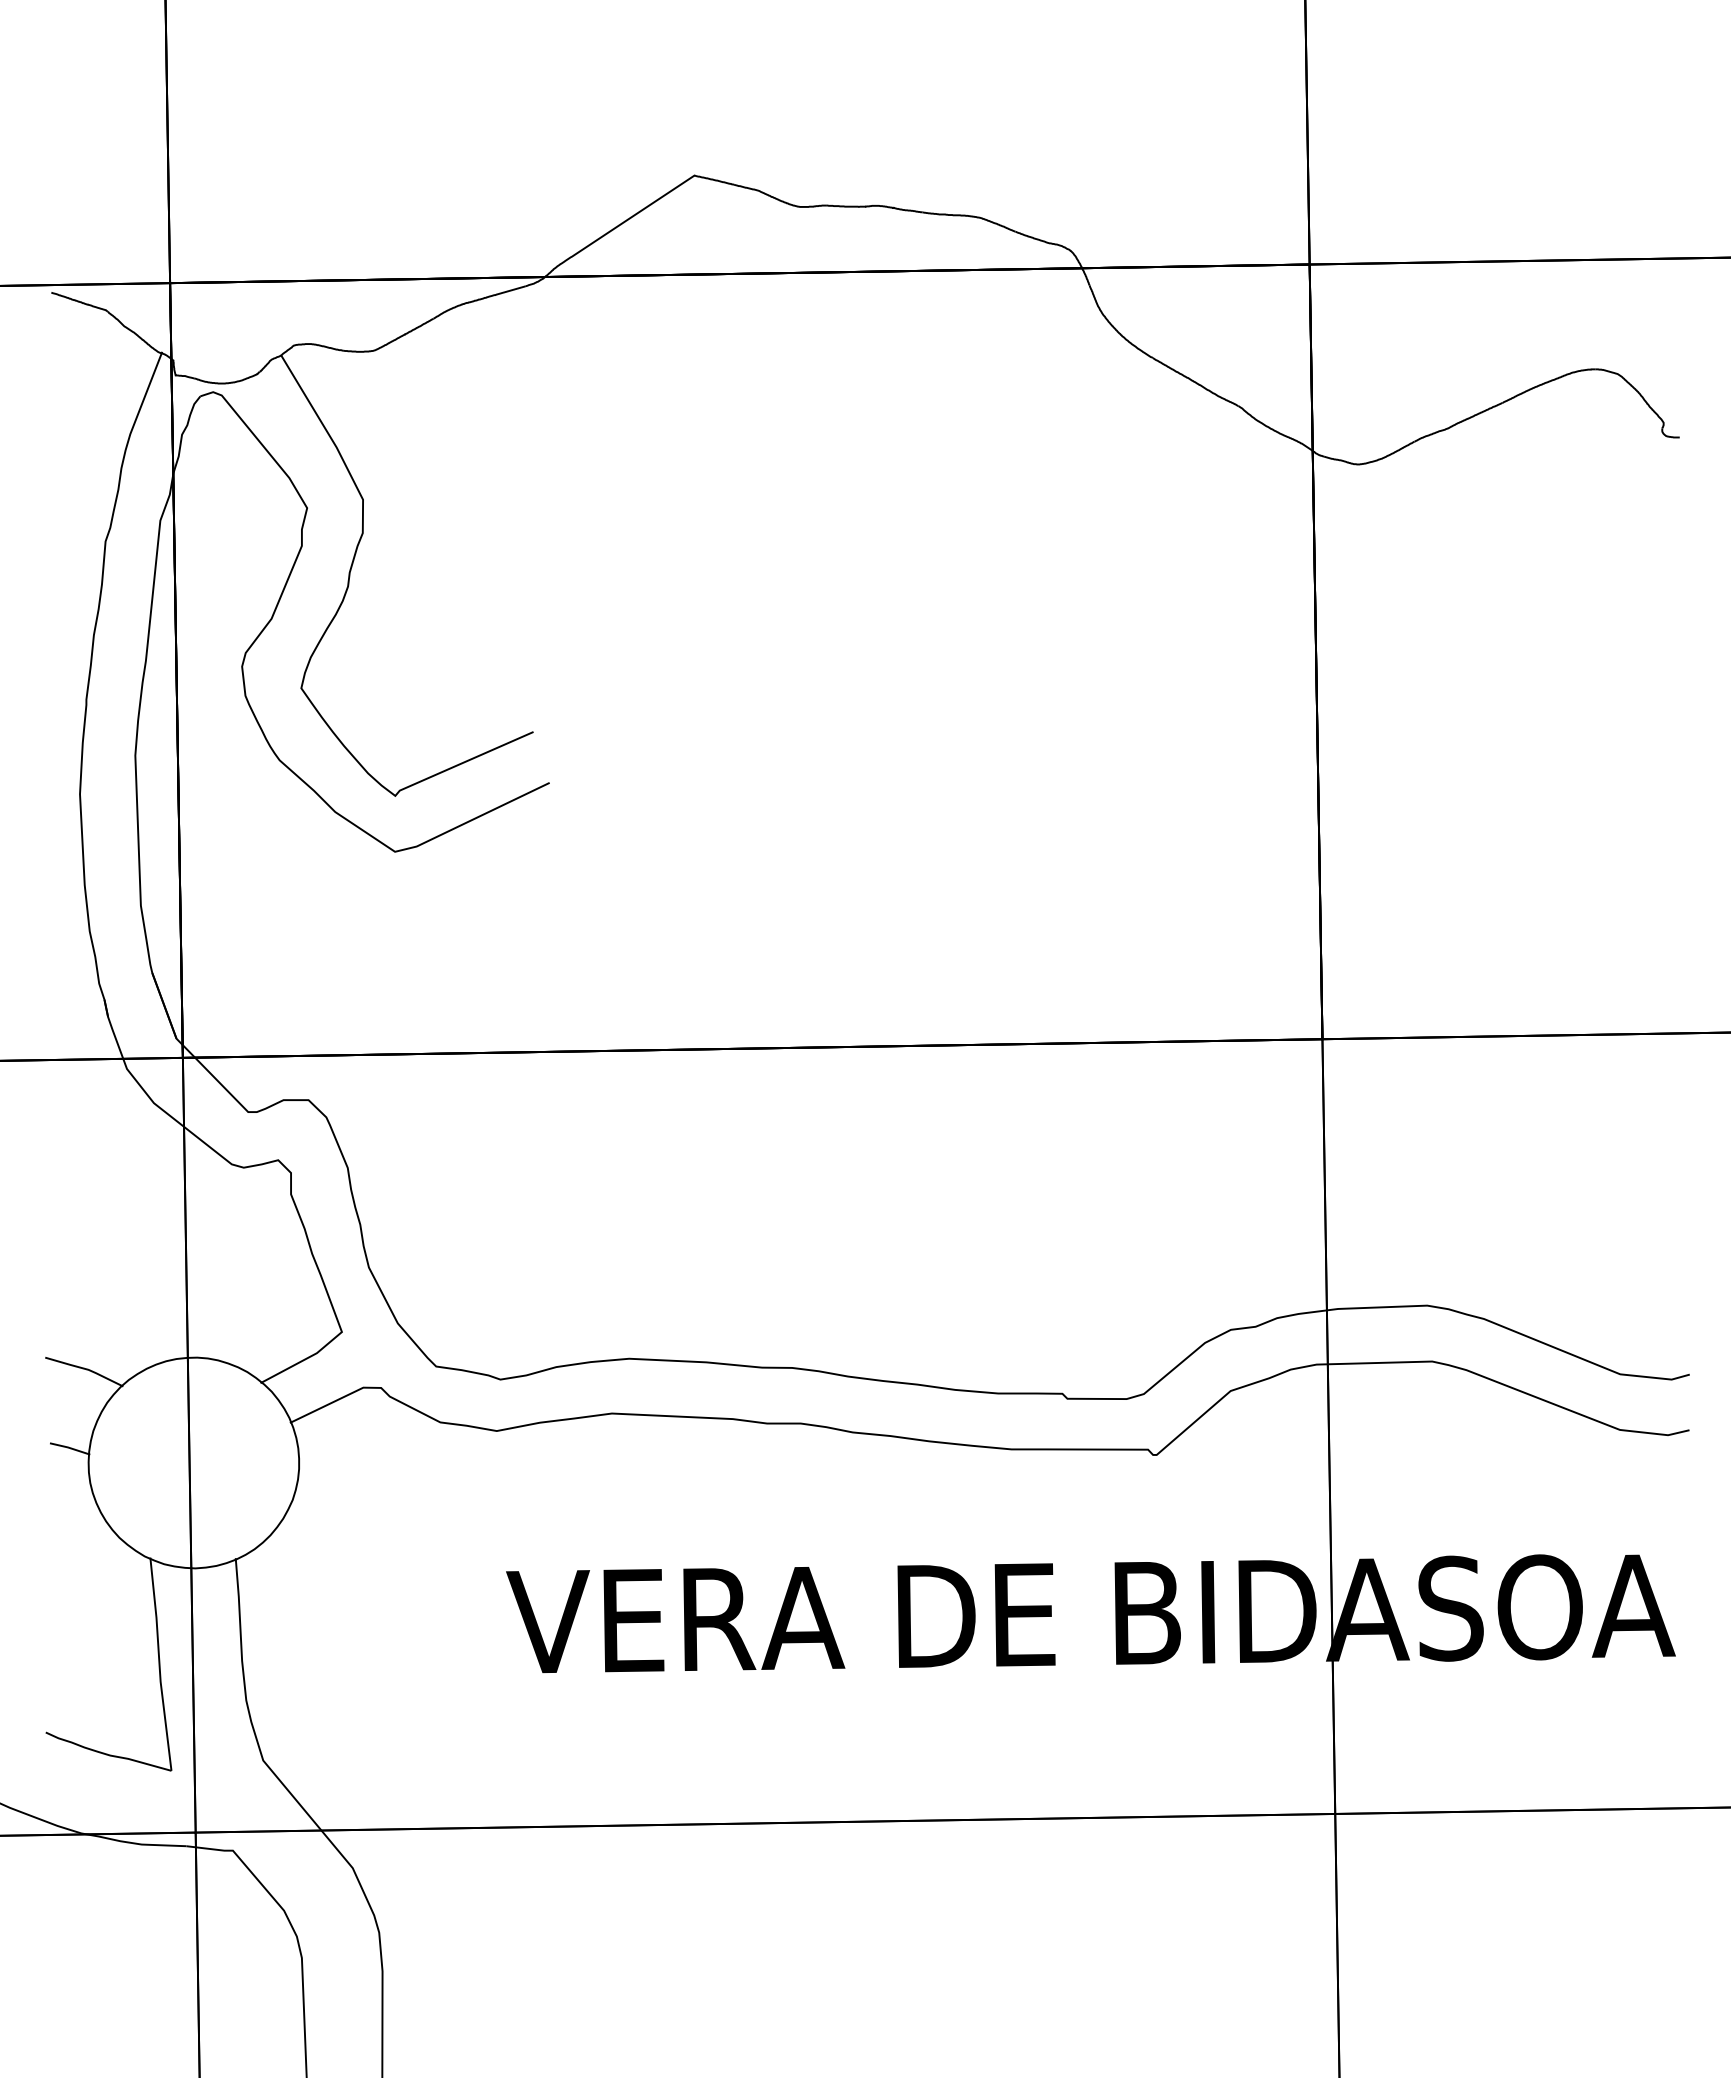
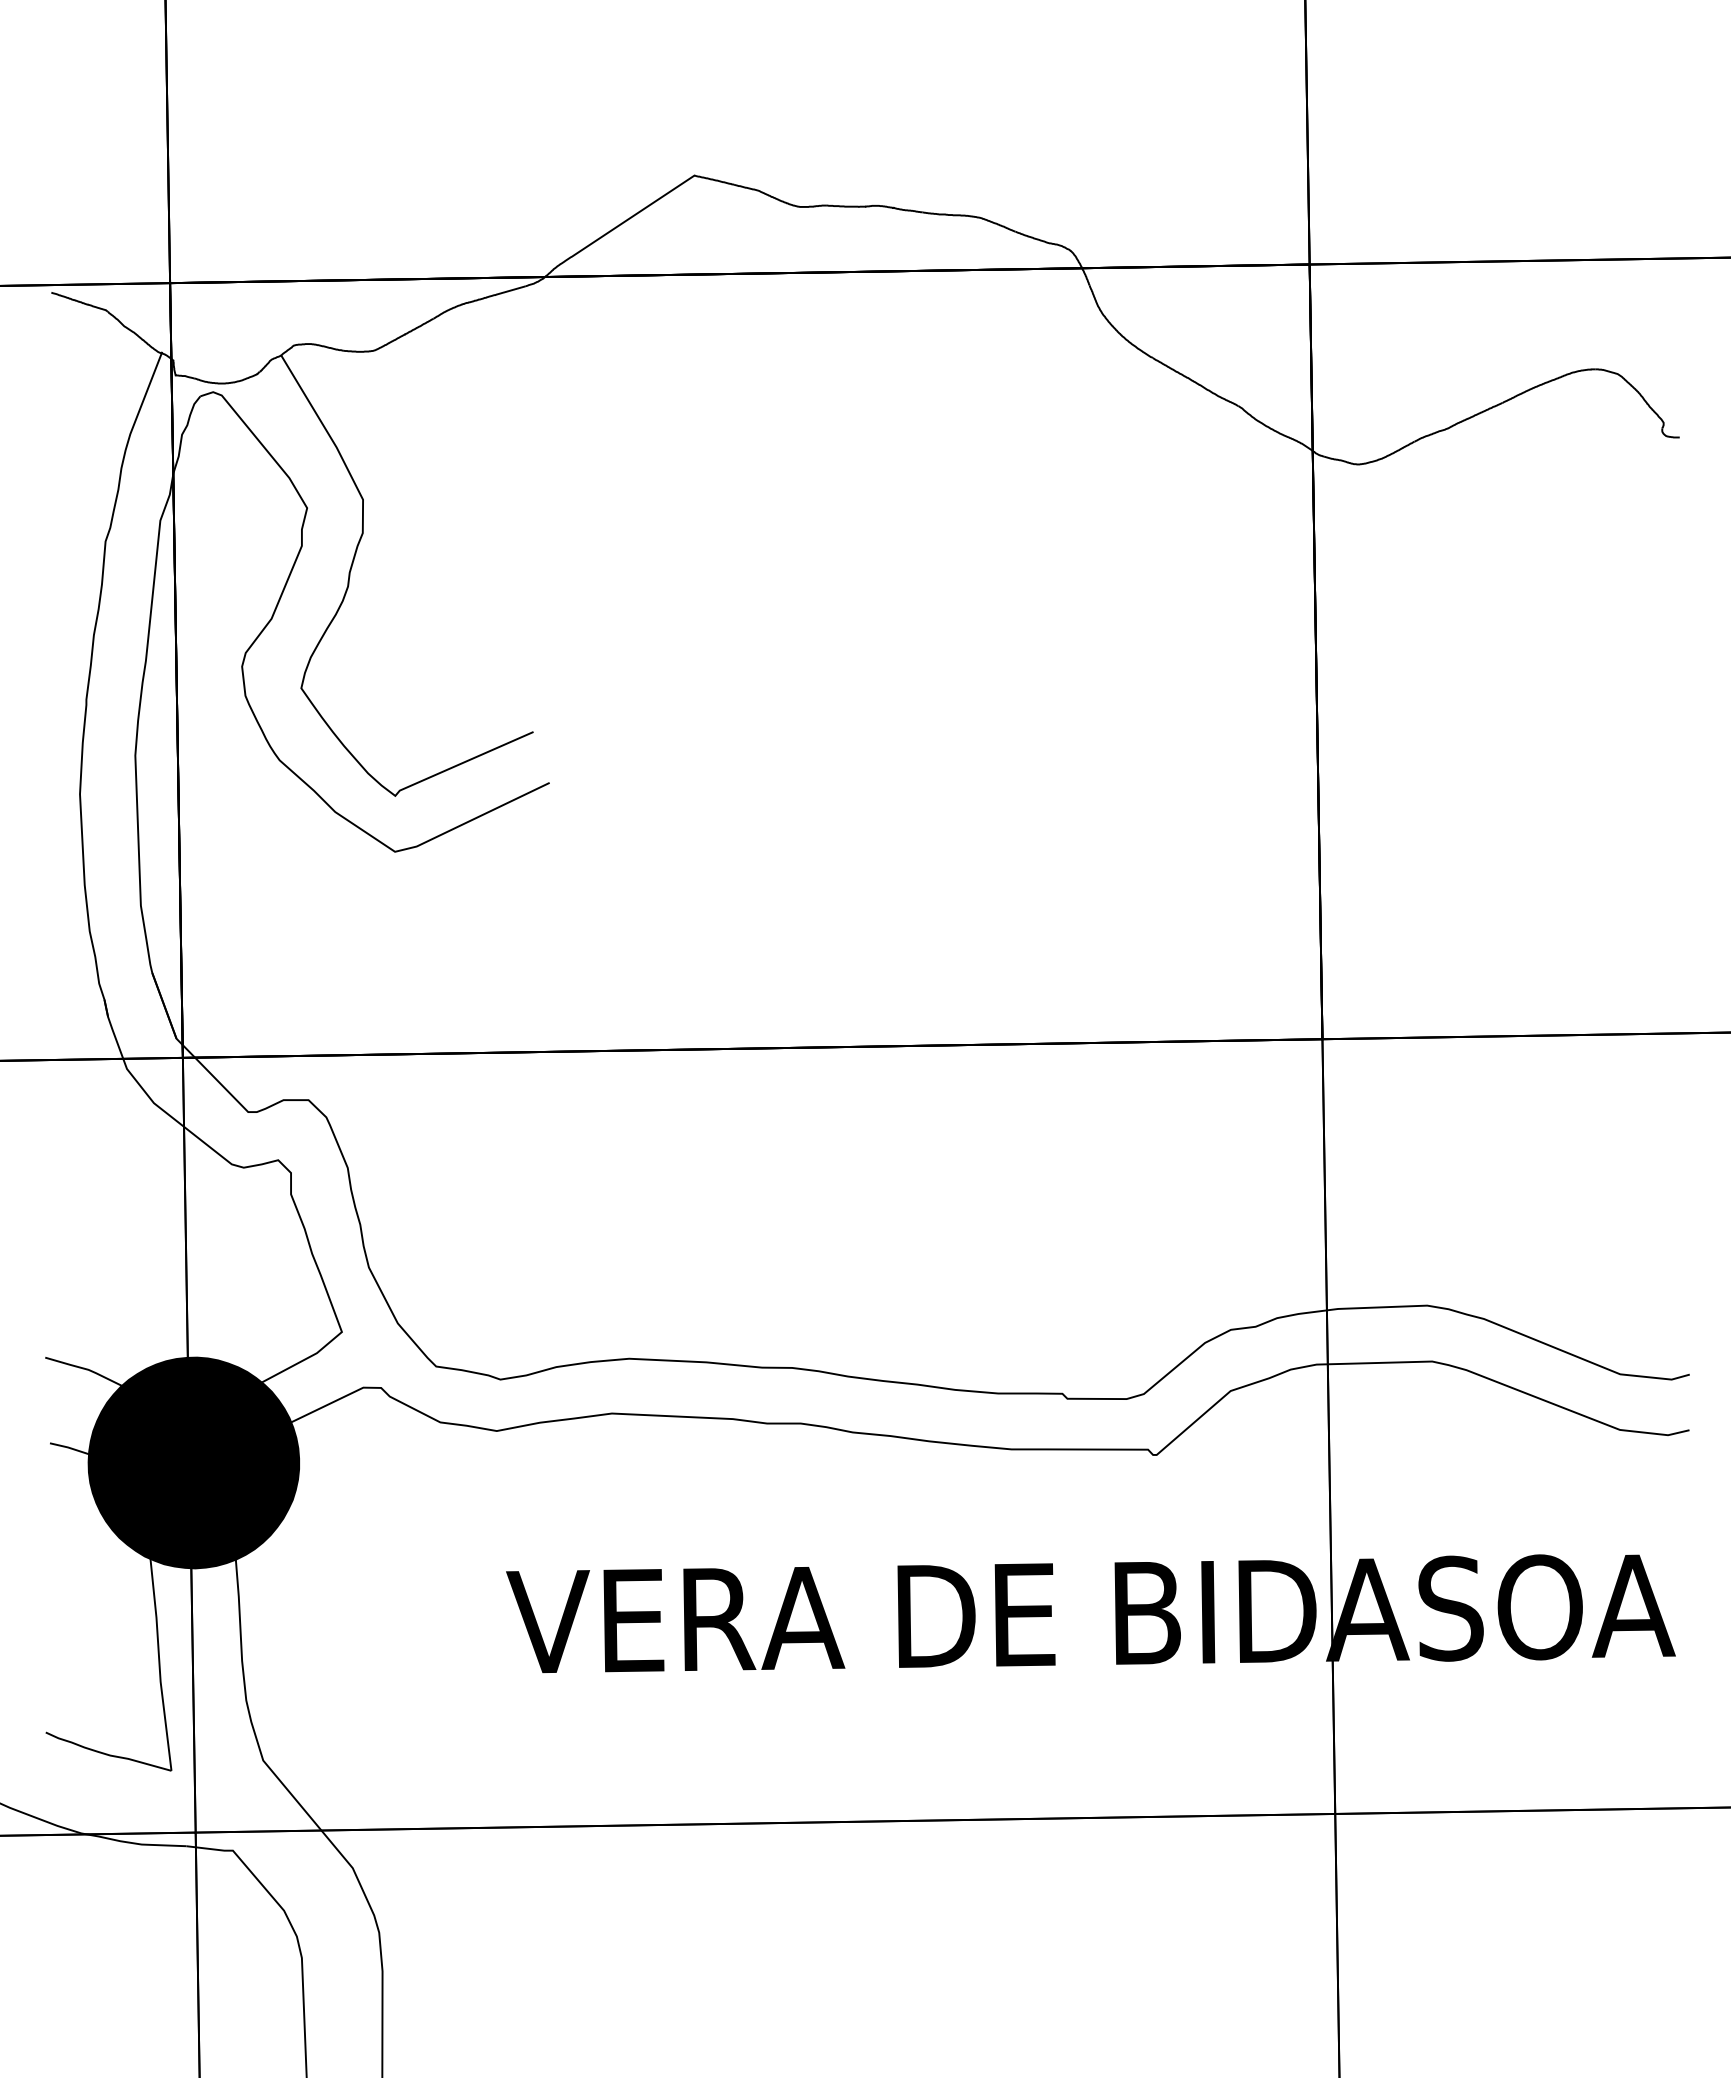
fill at (193, 1462): none -> present
fill at (193, 1462): none -> present
